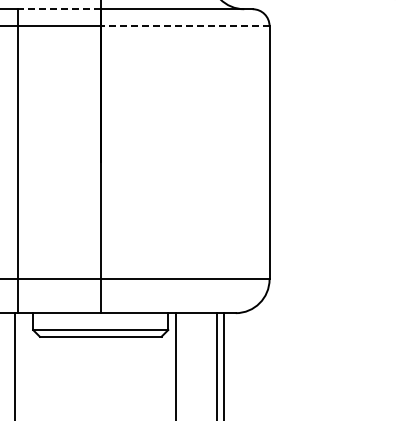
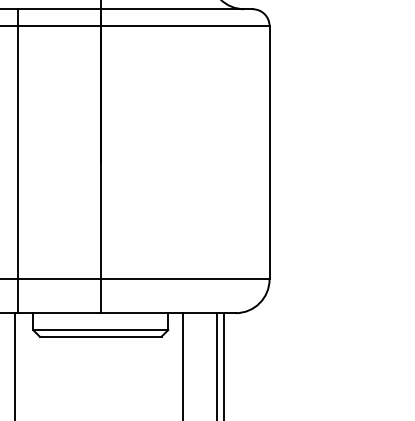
line at (59, 9): dashed -> solid
line at (184, 26): dashed -> solid
line at (176, 365) position: (176, 365) -> (183, 365)
